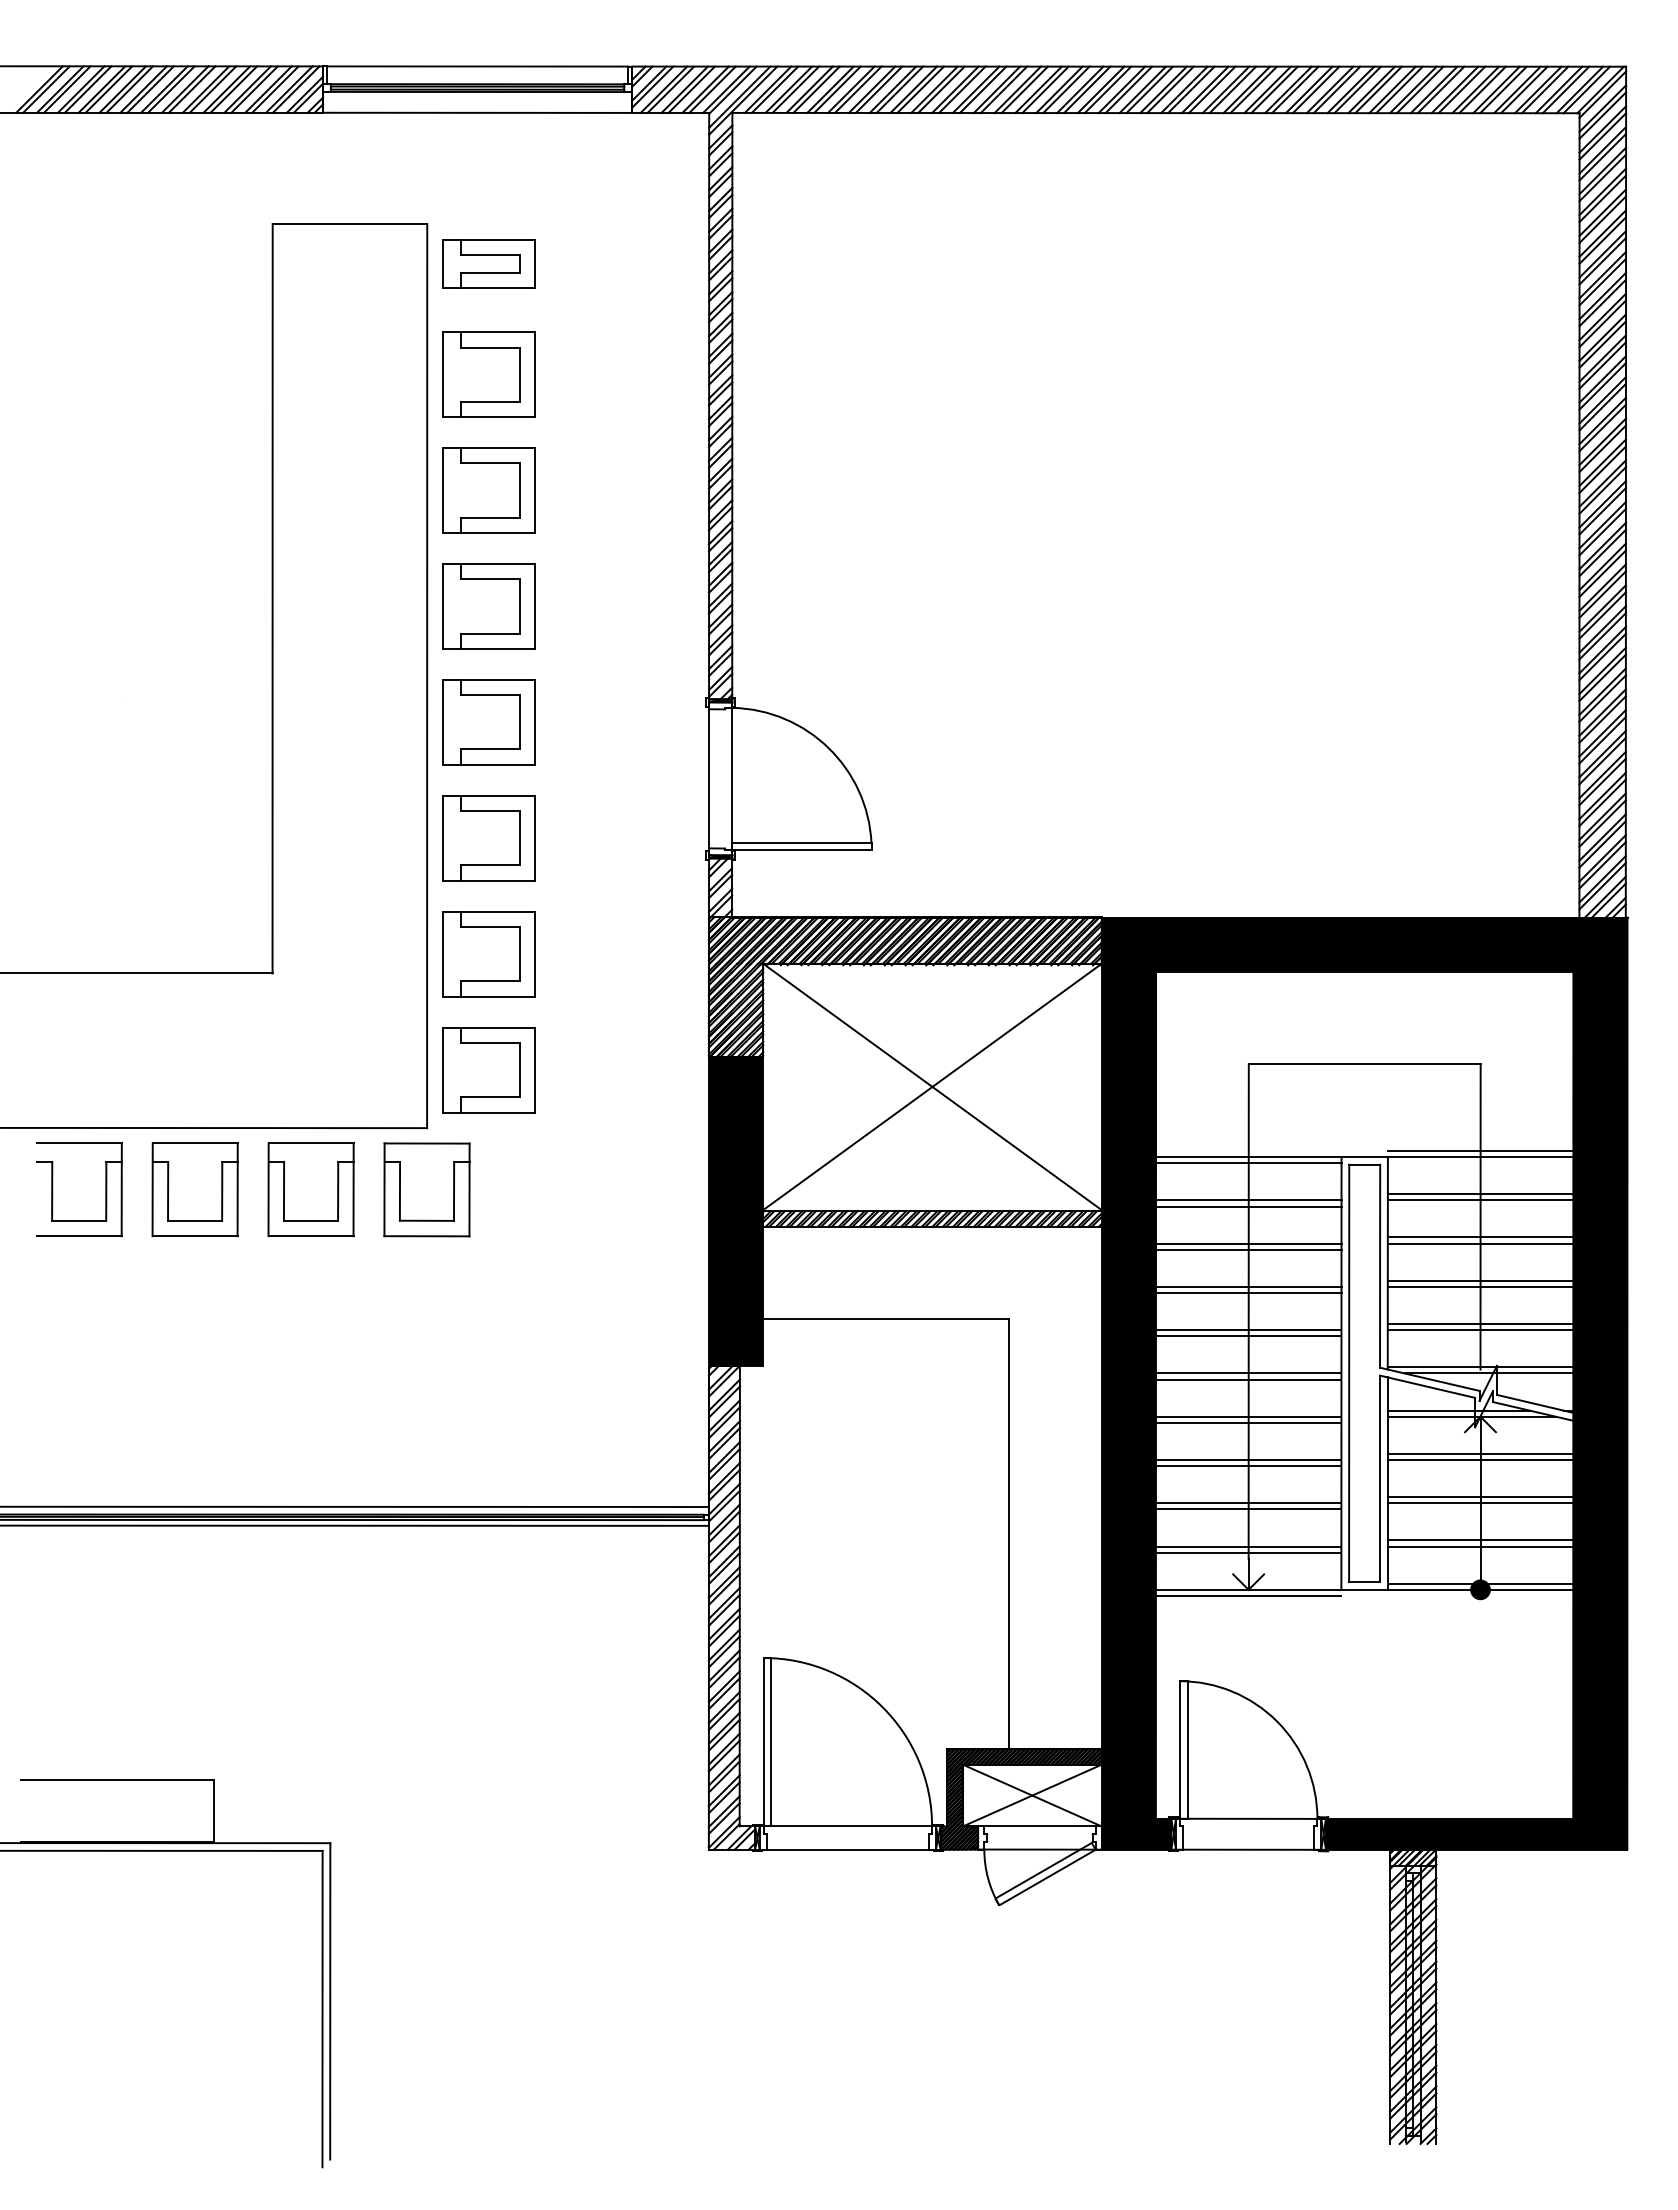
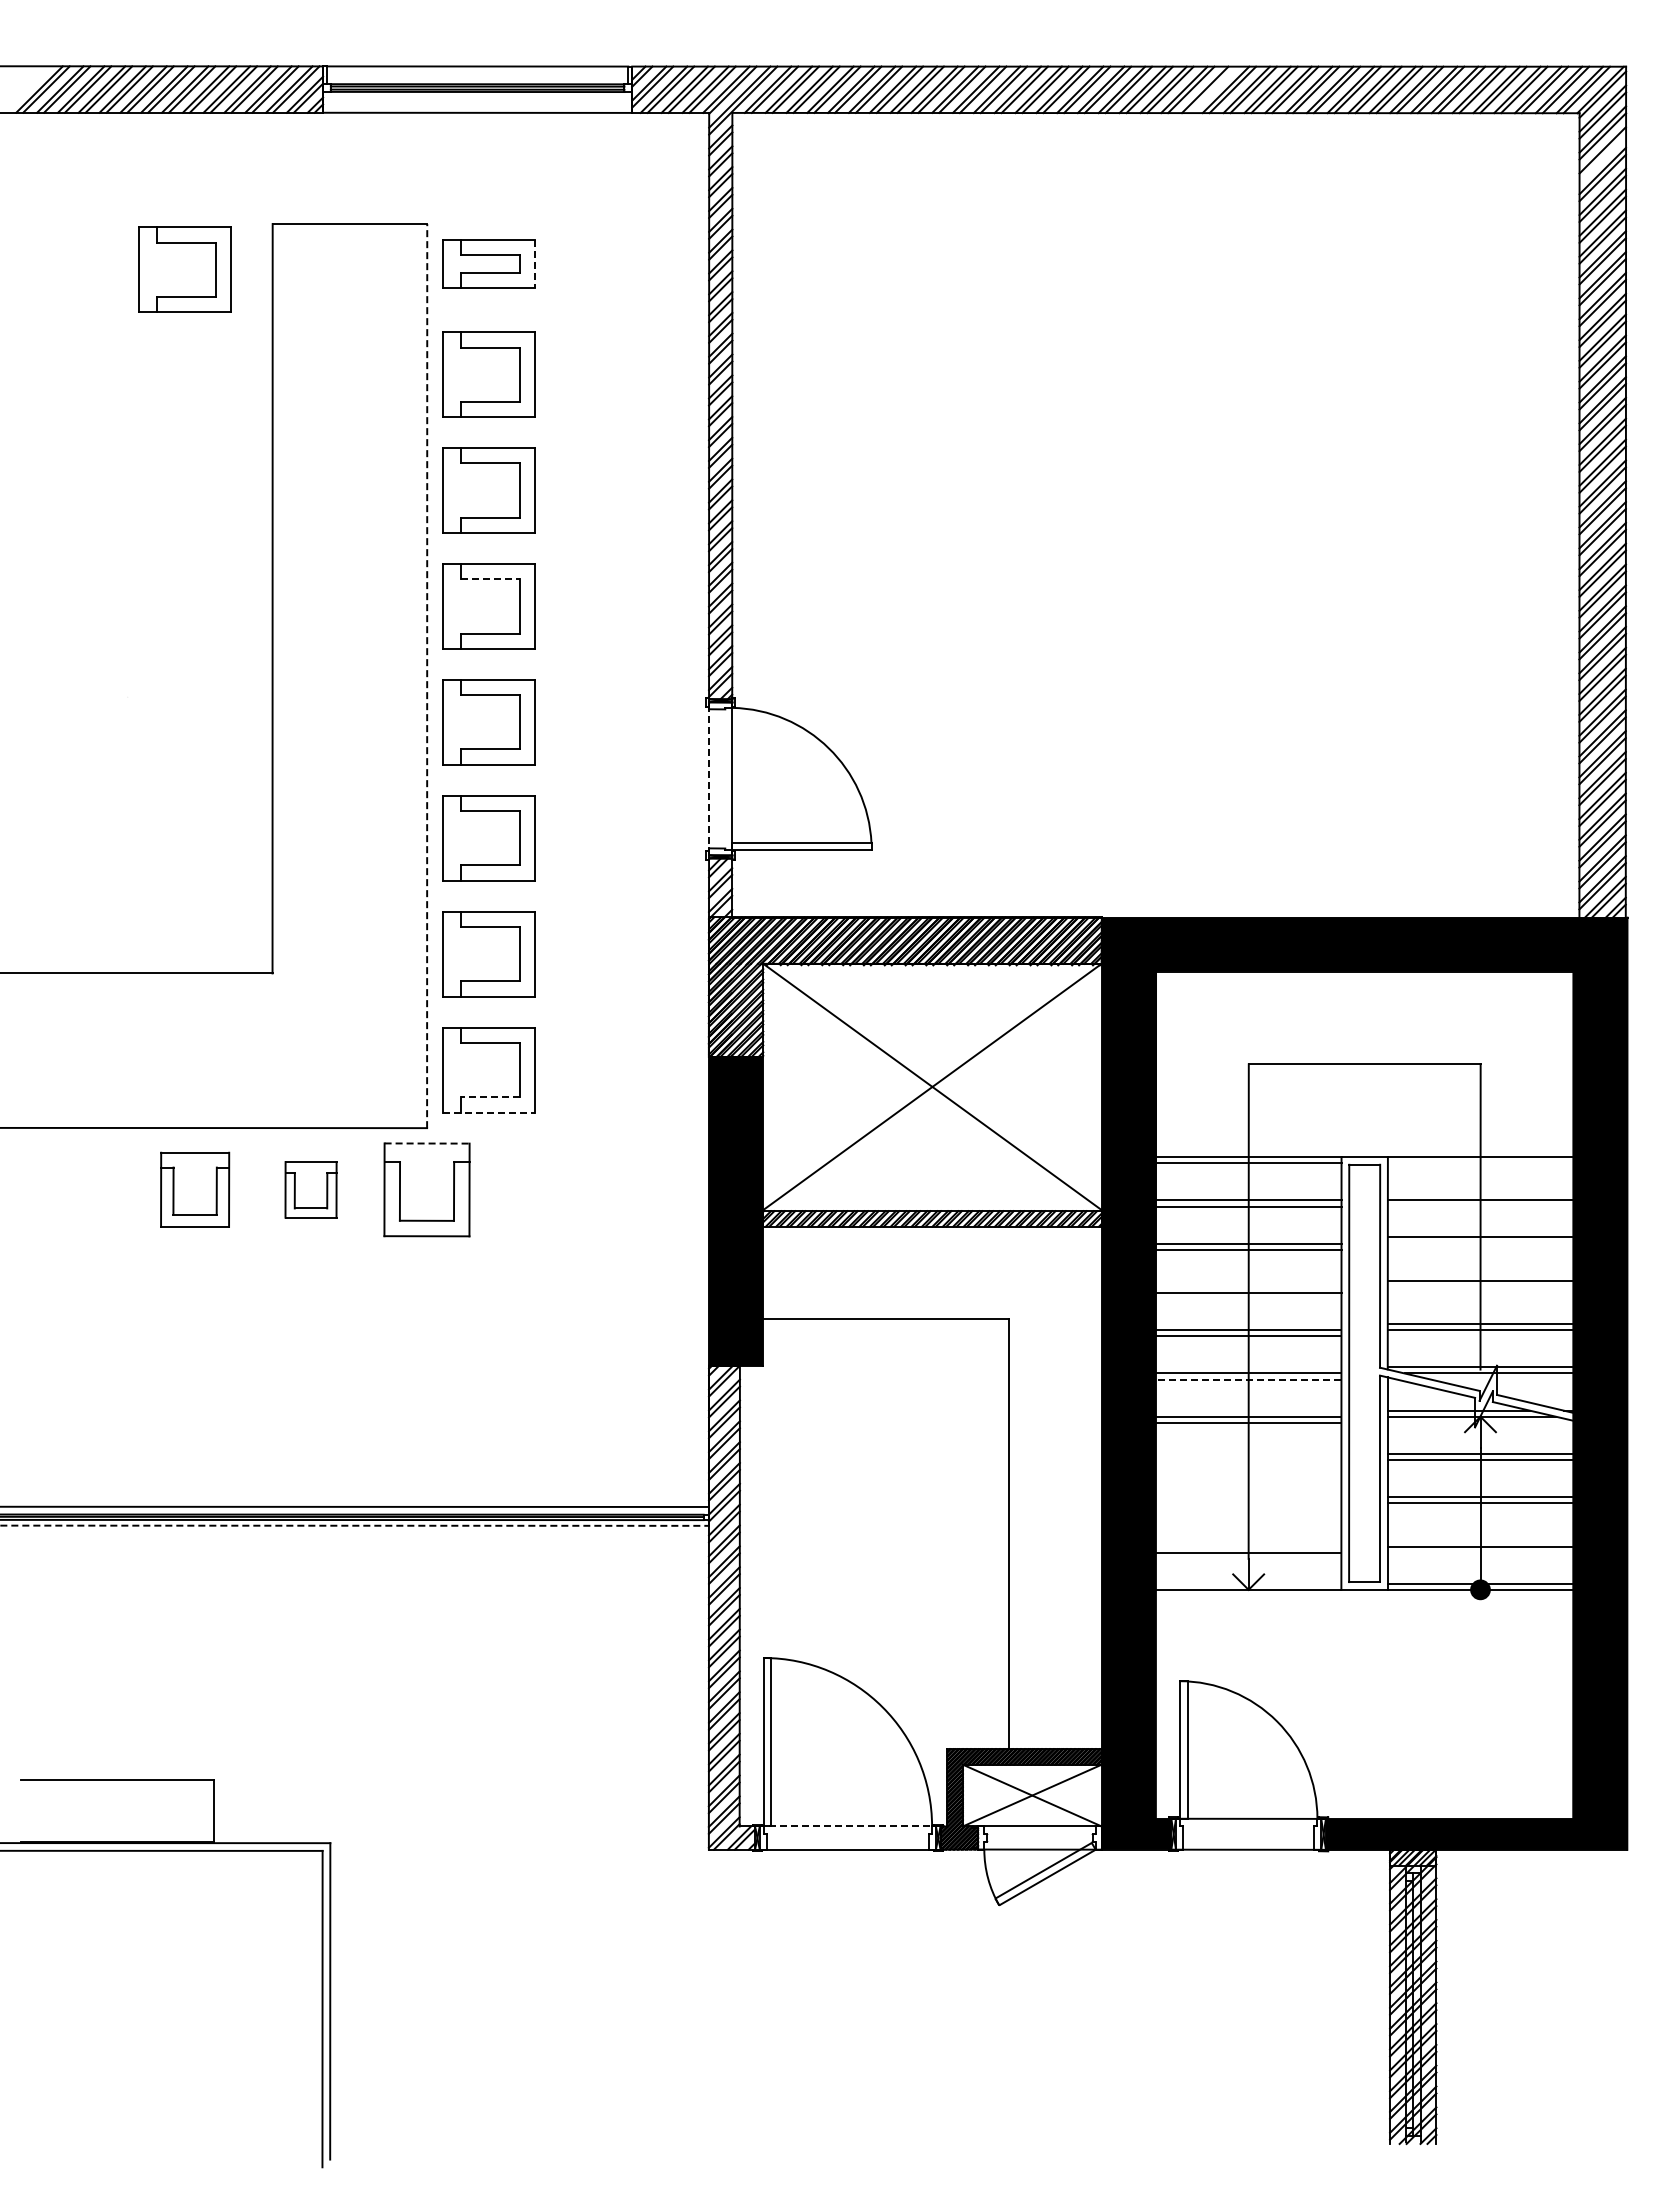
line at (1211, 89): present -> none
line at (1602, 157): present -> none
line at (535, 264): solid -> dashed
part at (184, 269): none -> present
line at (491, 579): solid -> dashed
line at (427, 675): solid -> dashed
line at (709, 778): solid -> dashed
line at (489, 1097): solid -> dashed
line at (489, 1112): solid -> dashed
line at (427, 1143): solid -> dashed
line at (1480, 1150): present -> none
part at (53, 1189): present -> none
part at (194, 1189) size: 88x96 px -> 71x77 px
part at (310, 1189) size: 88x96 px -> 54x58 px
line at (1480, 1194): present -> none
line at (1480, 1243): present -> none
line at (1248, 1286): present -> none
line at (1480, 1286): present -> none
line at (1248, 1379): solid -> dashed
line at (1248, 1460): present -> none
line at (1248, 1466): present -> none
line at (1248, 1503): present -> none
line at (1248, 1509): present -> none
line at (355, 1525): solid -> dashed
line at (1480, 1540): present -> none
line at (1248, 1546): present -> none
line at (1248, 1596): present -> none
line at (847, 1826): solid -> dashed
